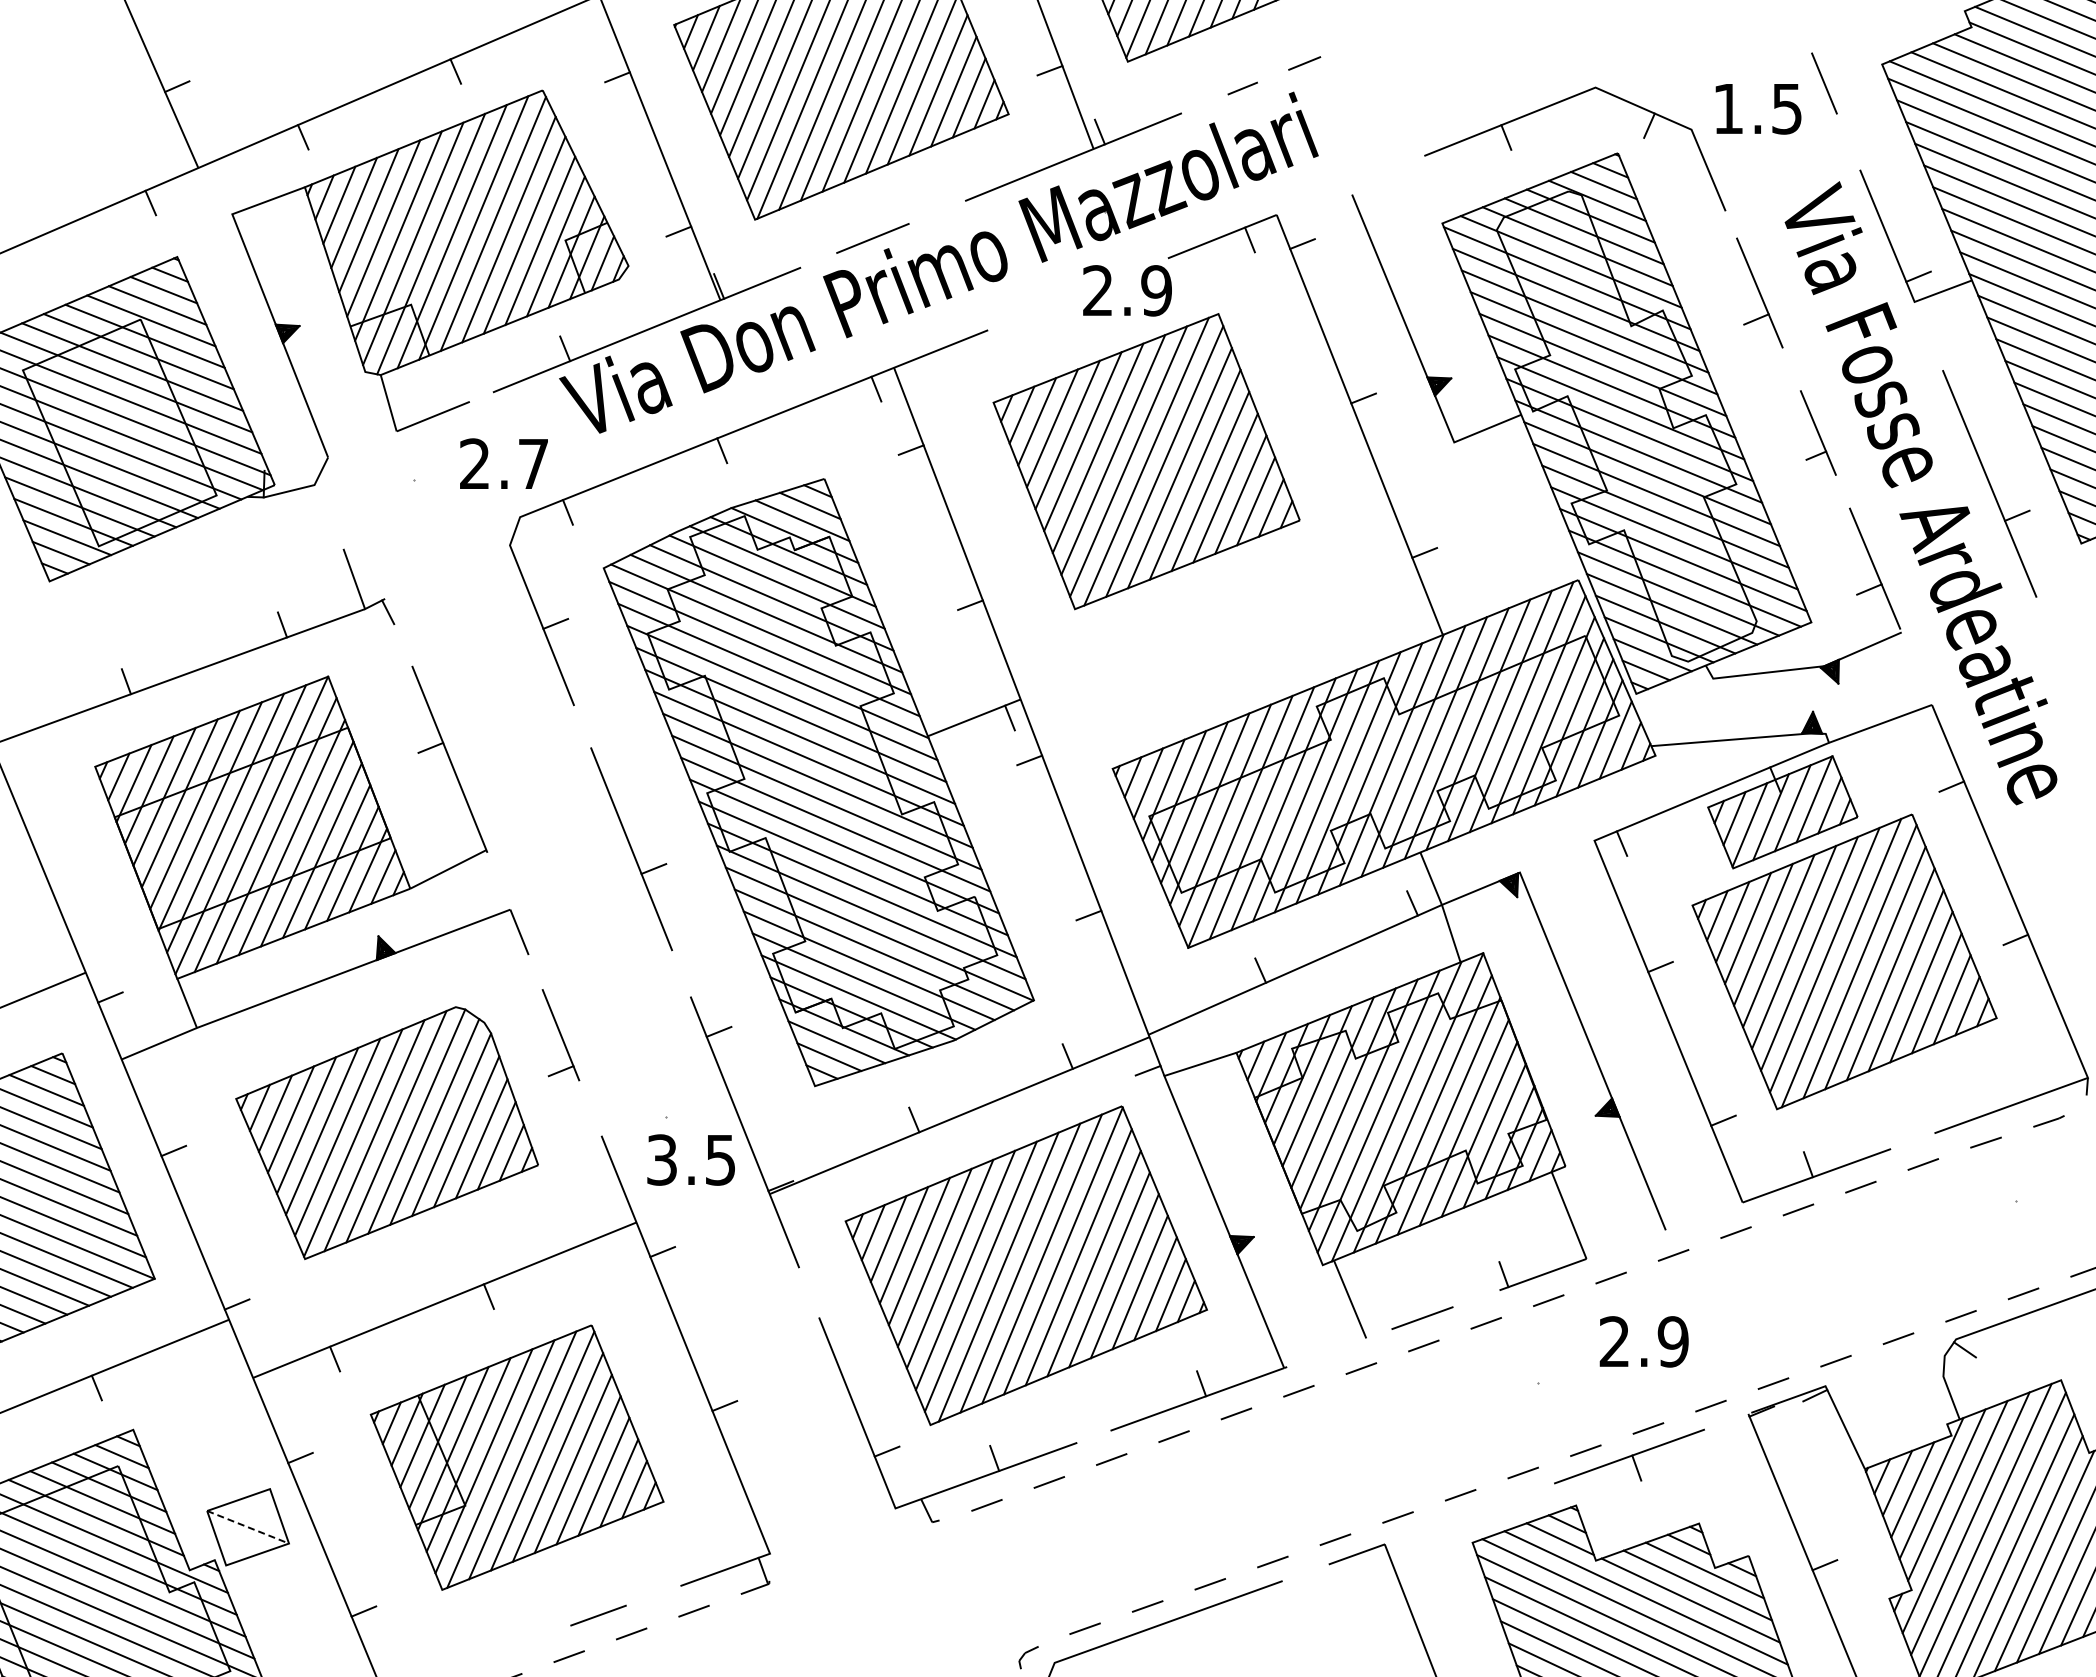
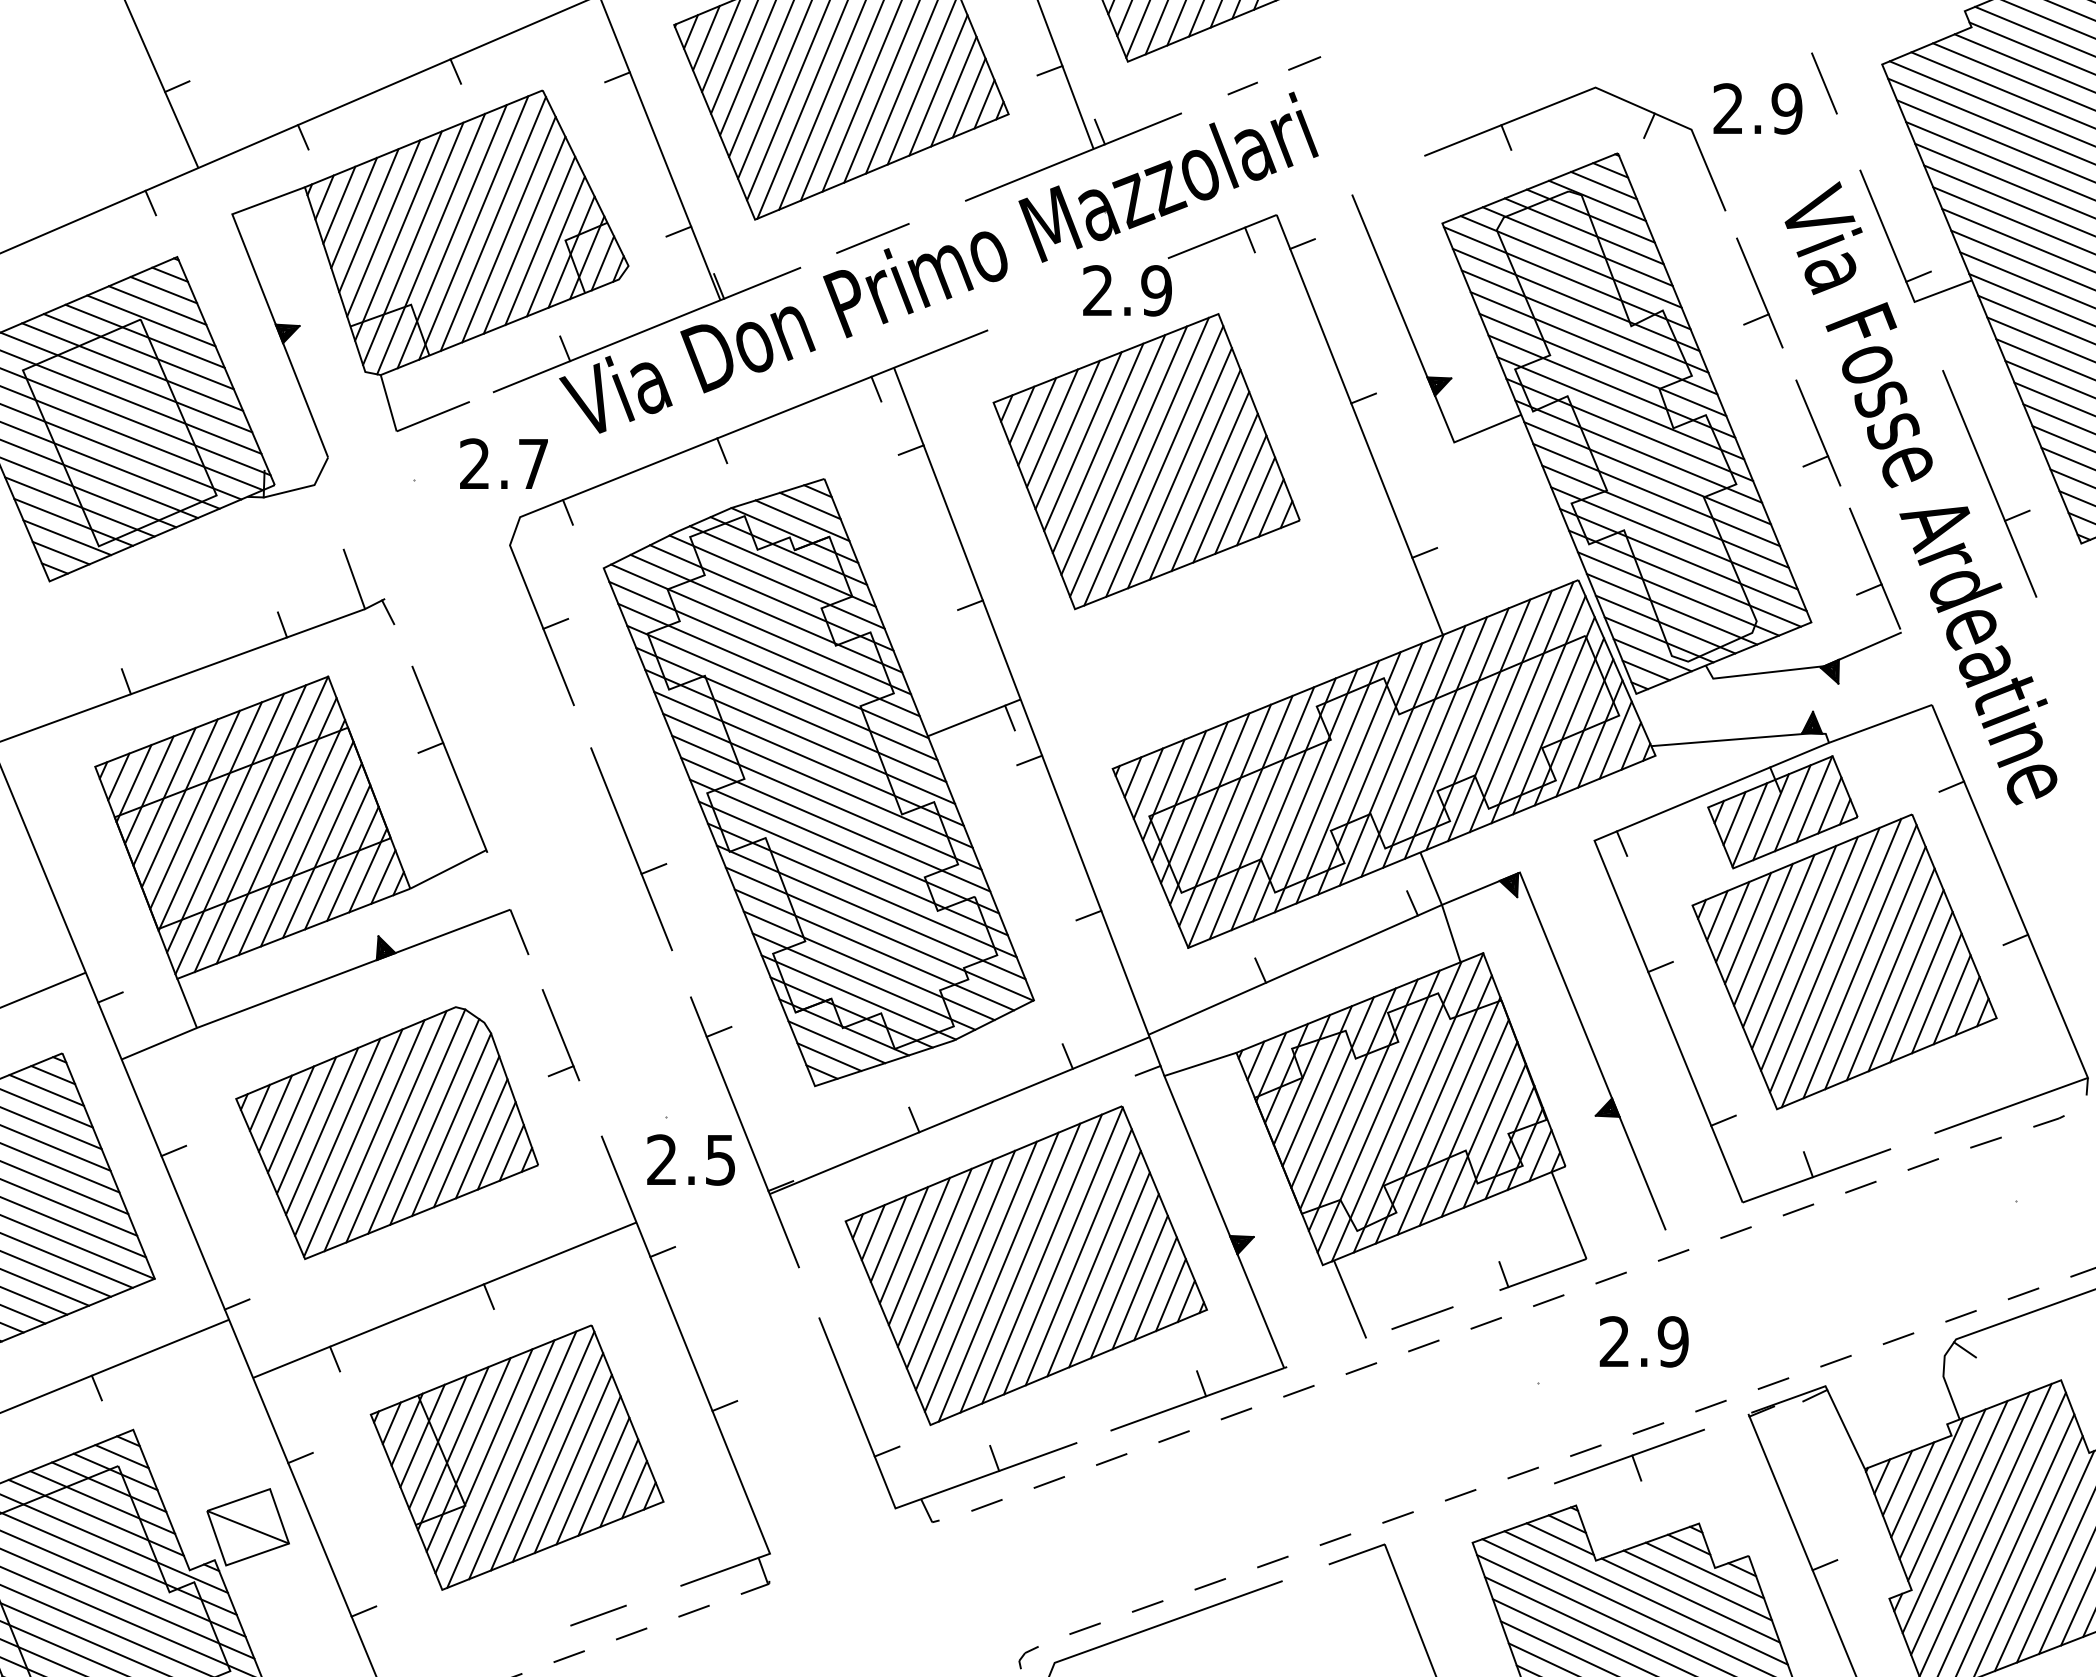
text at (1757, 108): 1.5 -> 2.9
part at (1818, 432) size: 37x86 px -> 47x108 px
text at (661, 1159): 3.5 -> 2.5
line at (248, 1527): dashed -> solid
